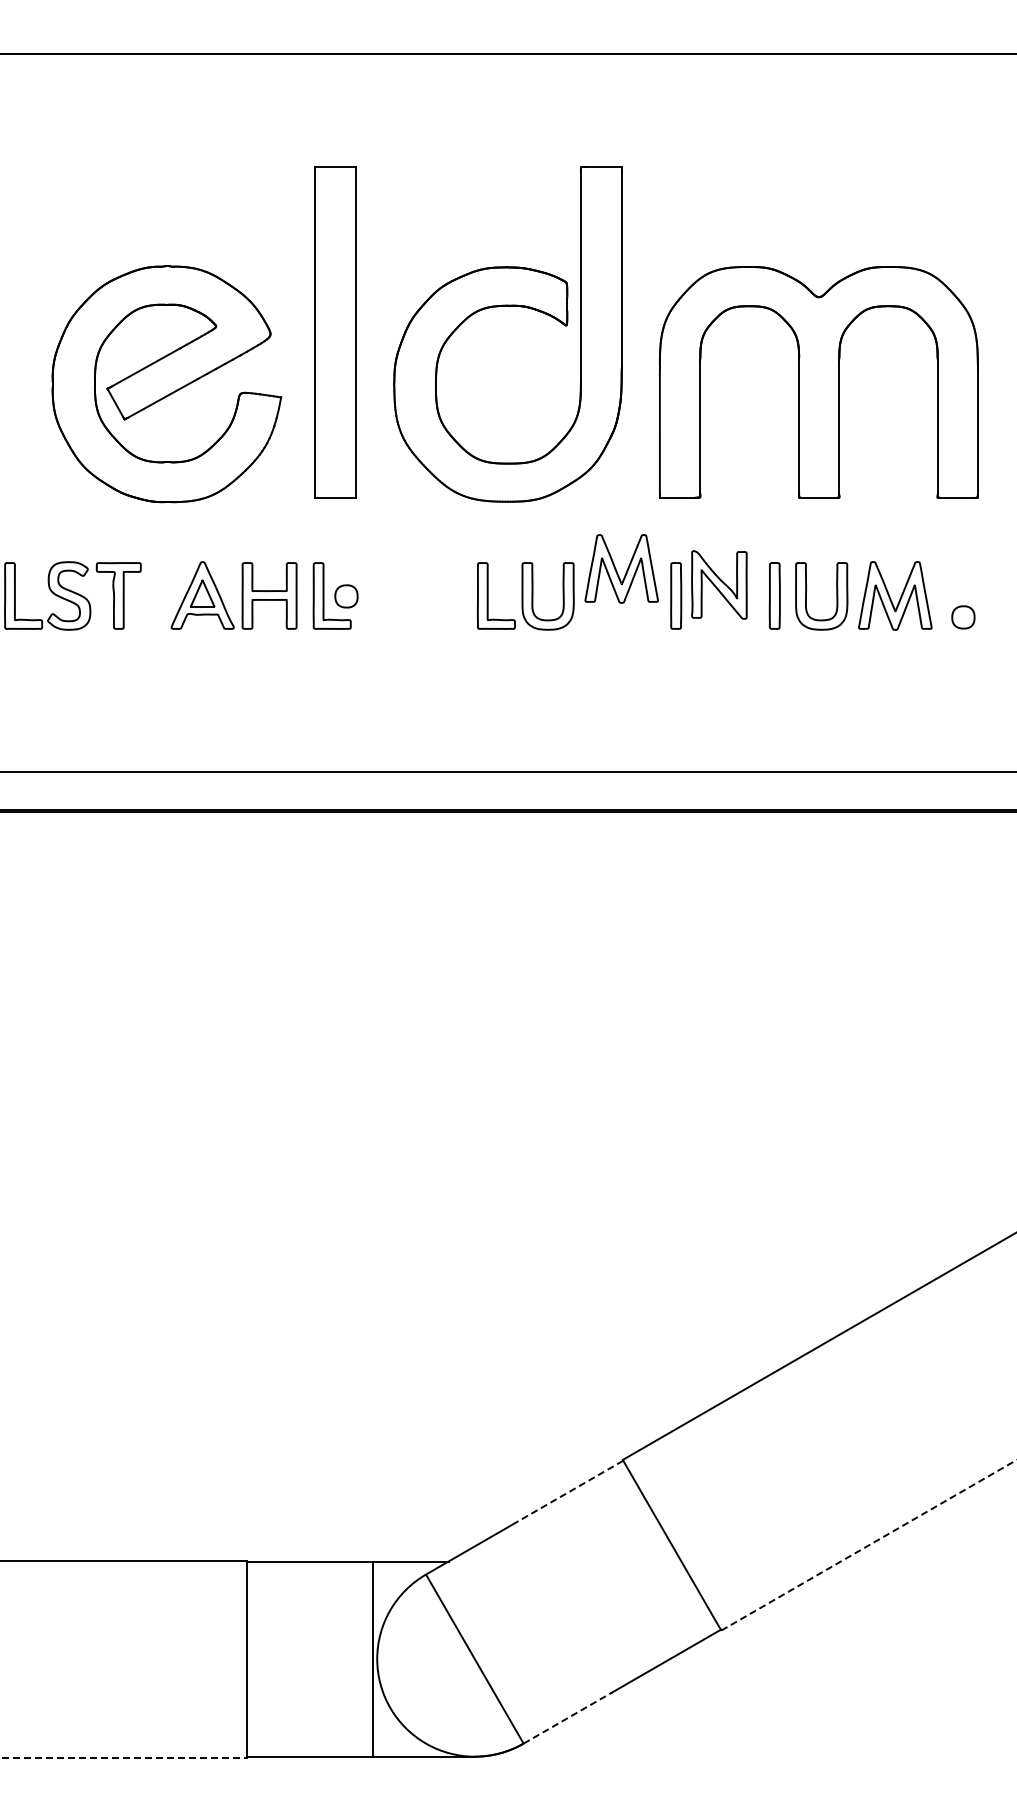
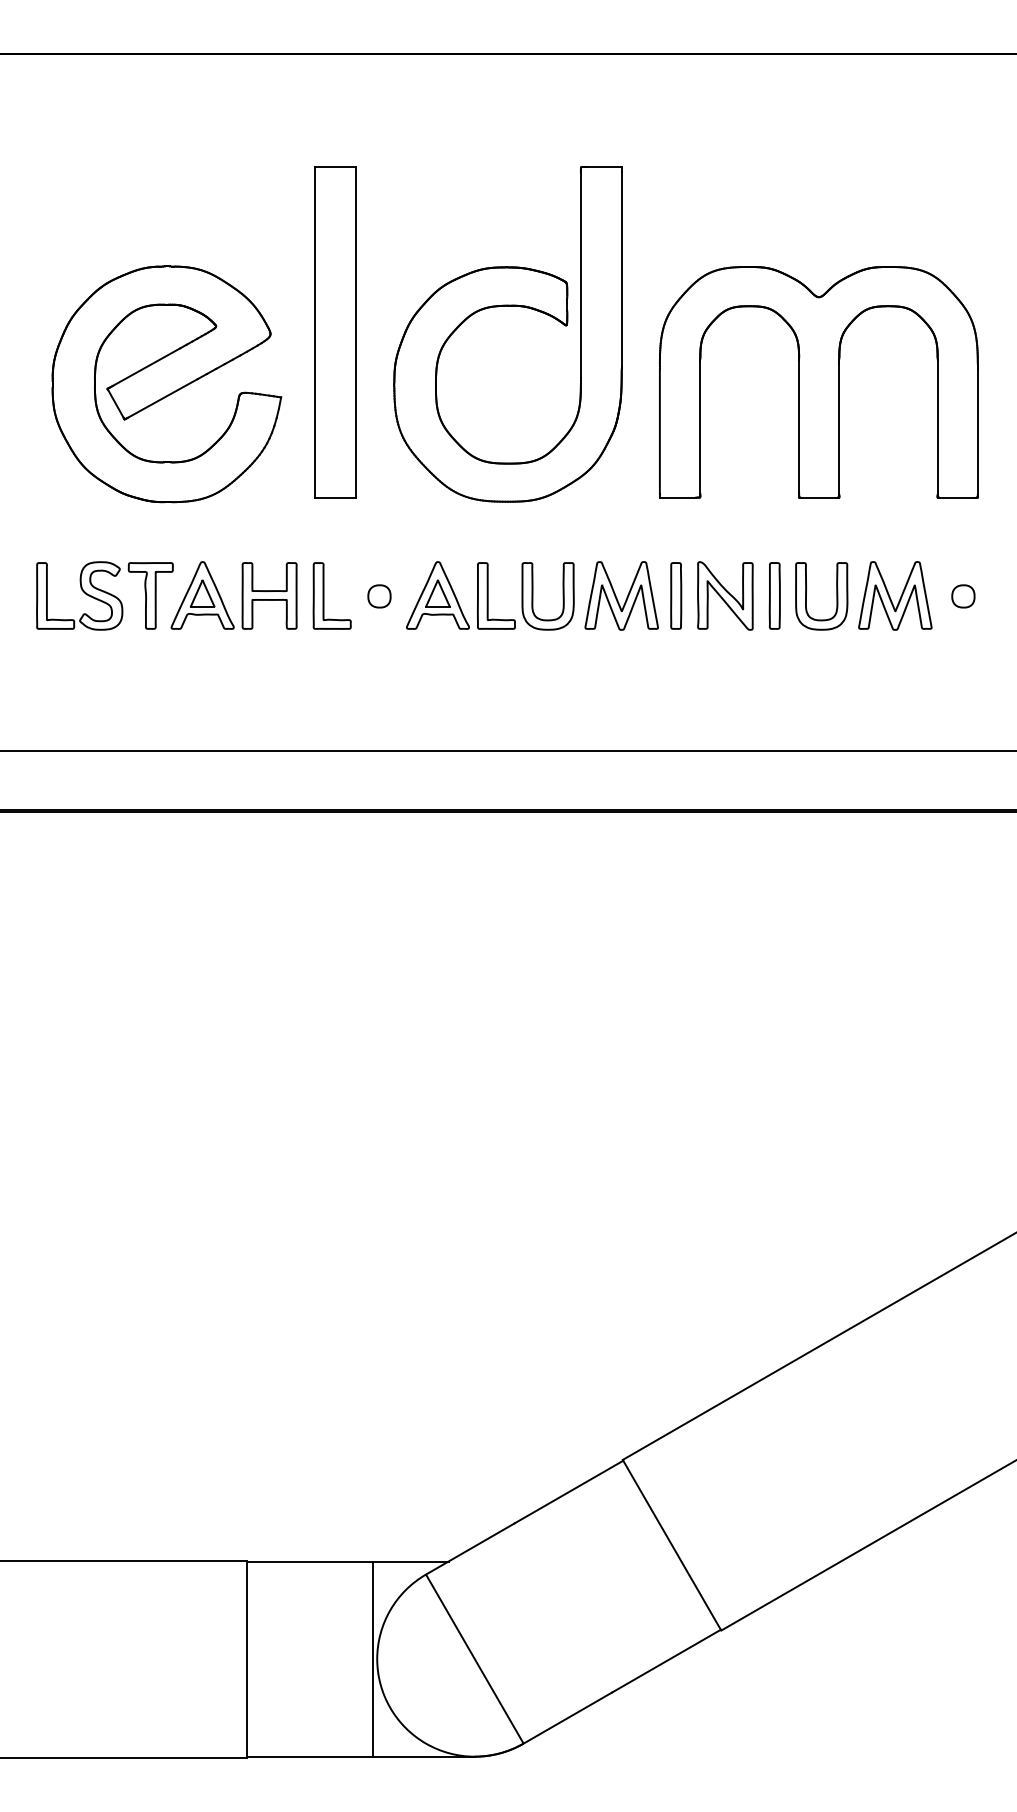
part at (621, 568) position: (621, 568) -> (621, 595)
part at (719, 584) position: (719, 584) -> (725, 595)
part at (72, 595) position: (72, 595) -> (104, 595)
part at (437, 595): none -> present
part at (346, 596) position: (346, 596) -> (379, 596)
part at (963, 617) position: (963, 617) -> (963, 596)
line at (507, 772) position: (507, 772) -> (507, 751)
line at (568, 1492): dashed -> solid
line at (869, 1545): dashed -> solid
line at (568, 1717): dashed -> solid
line at (124, 1757): dashed -> solid
